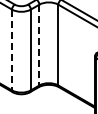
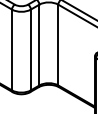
line at (39, 45): dashed -> solid
line at (12, 50): dashed -> solid
